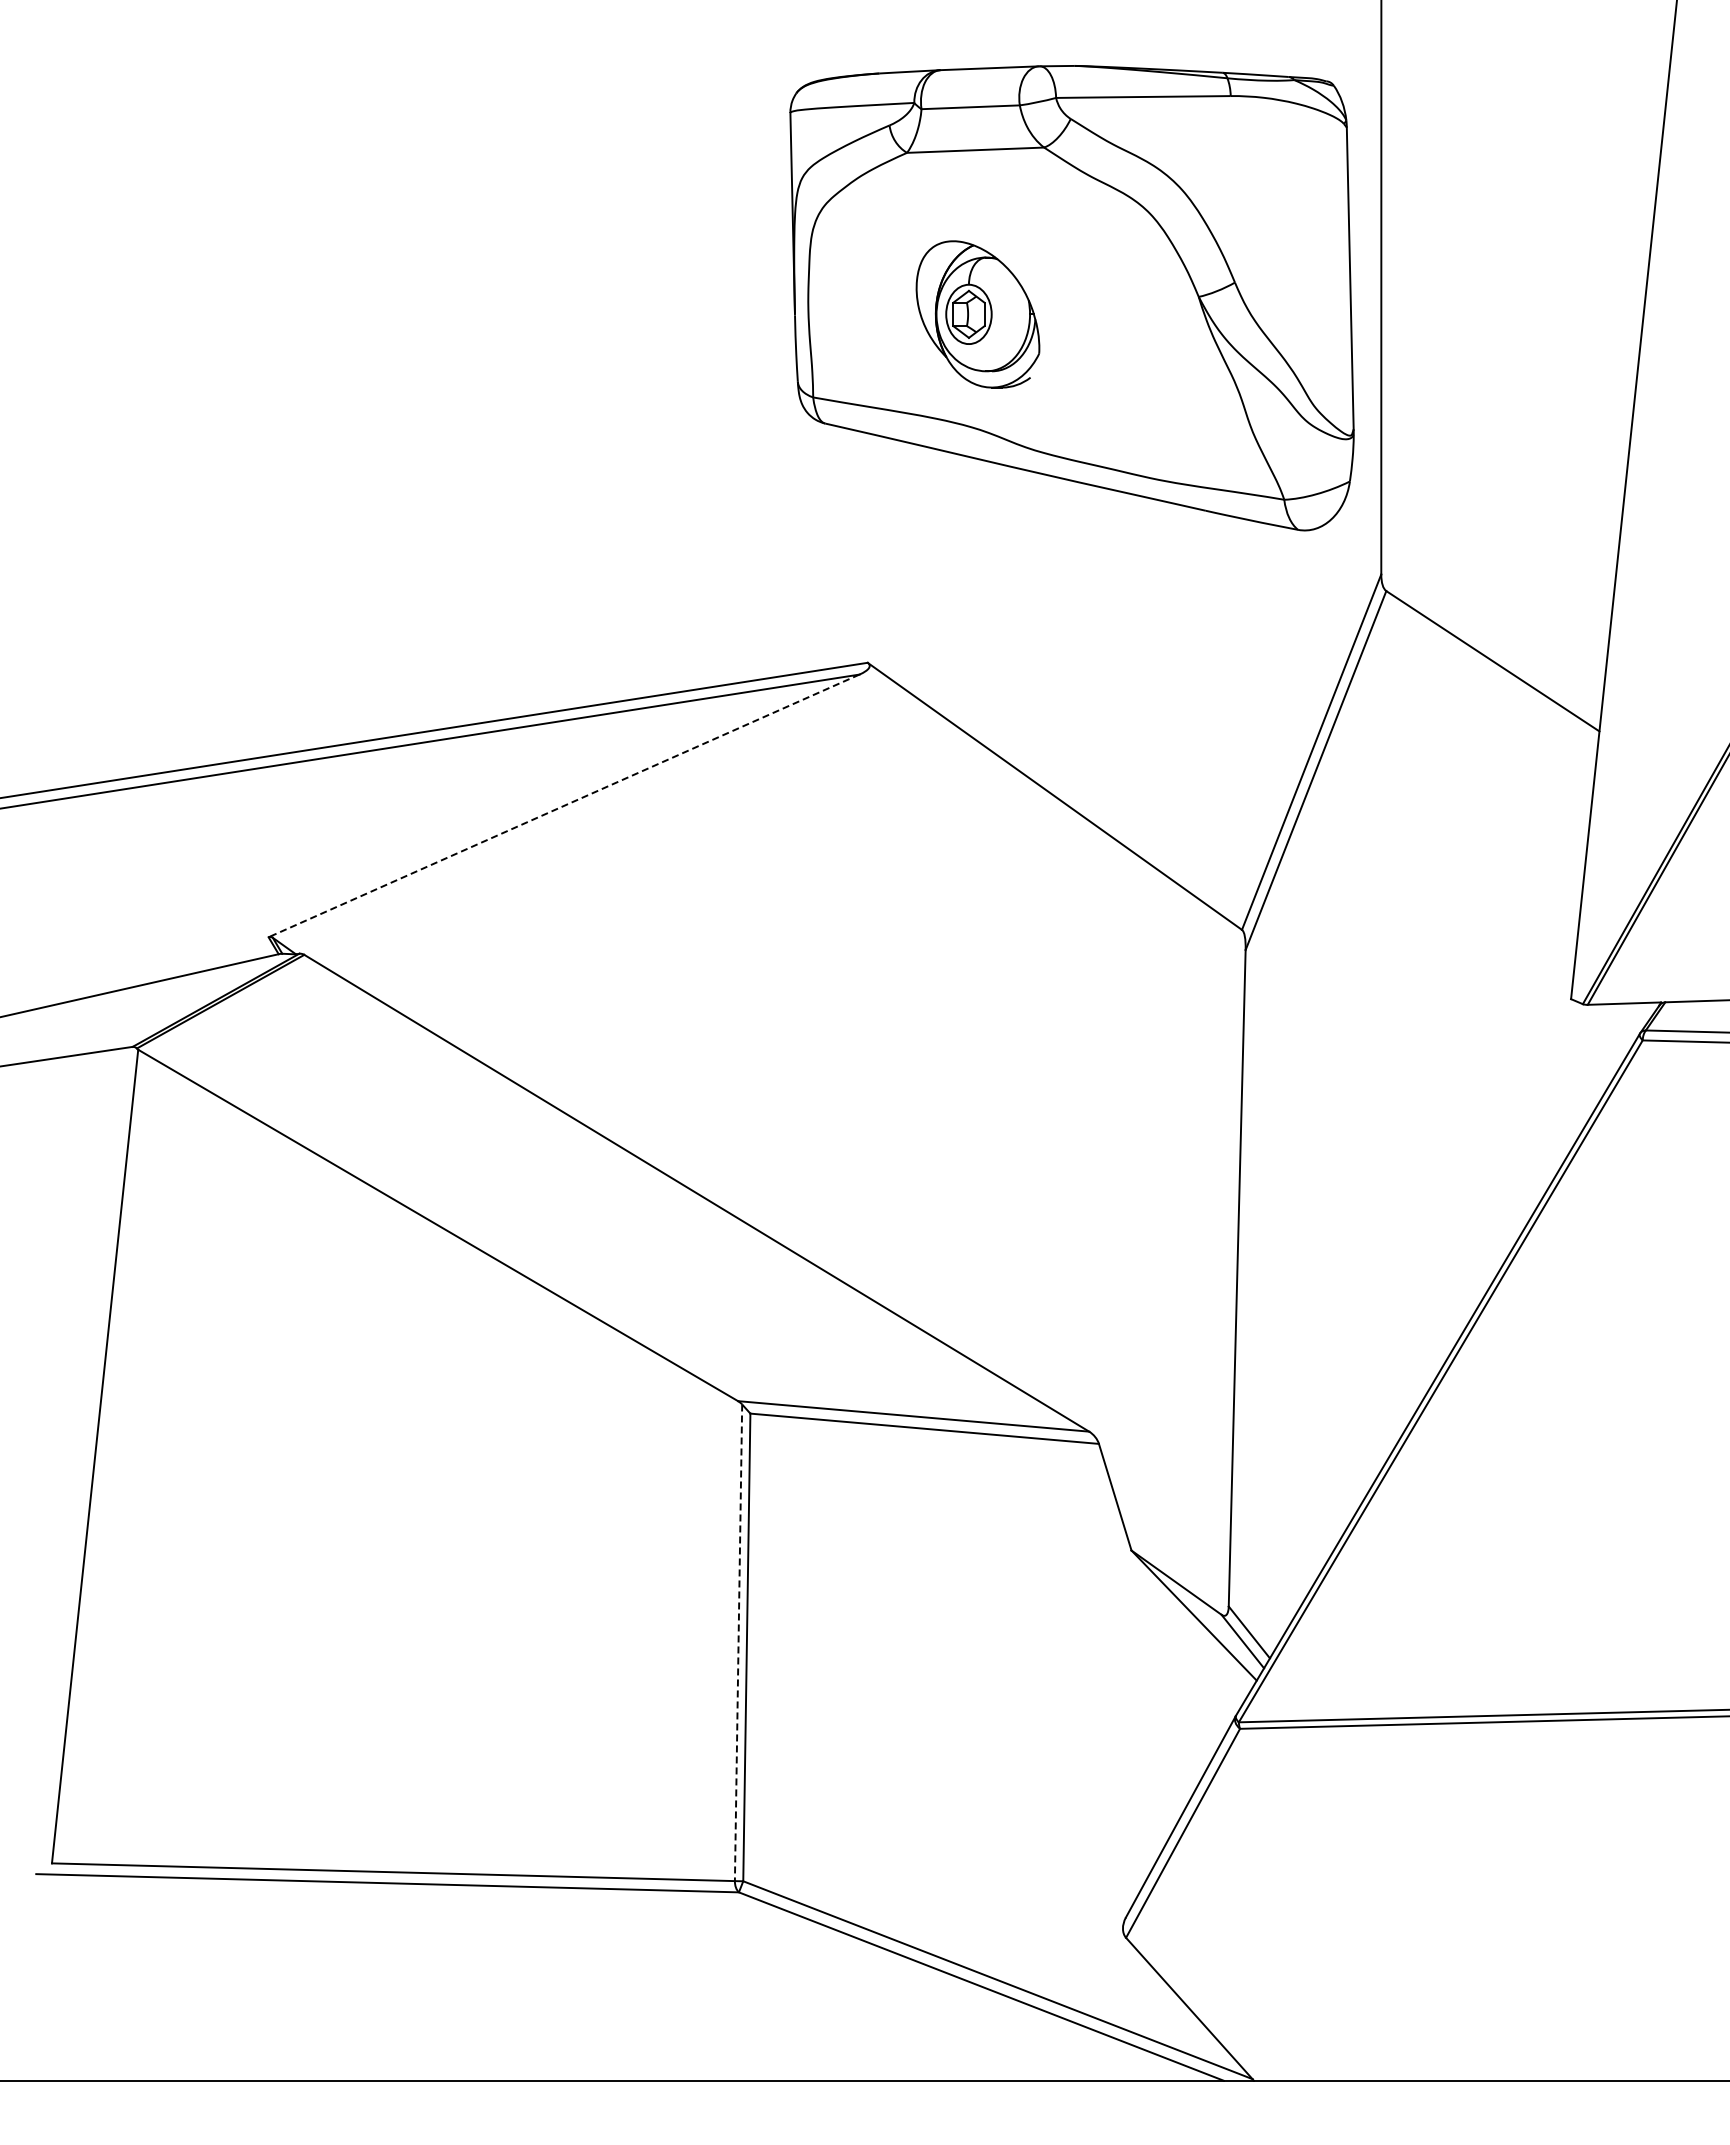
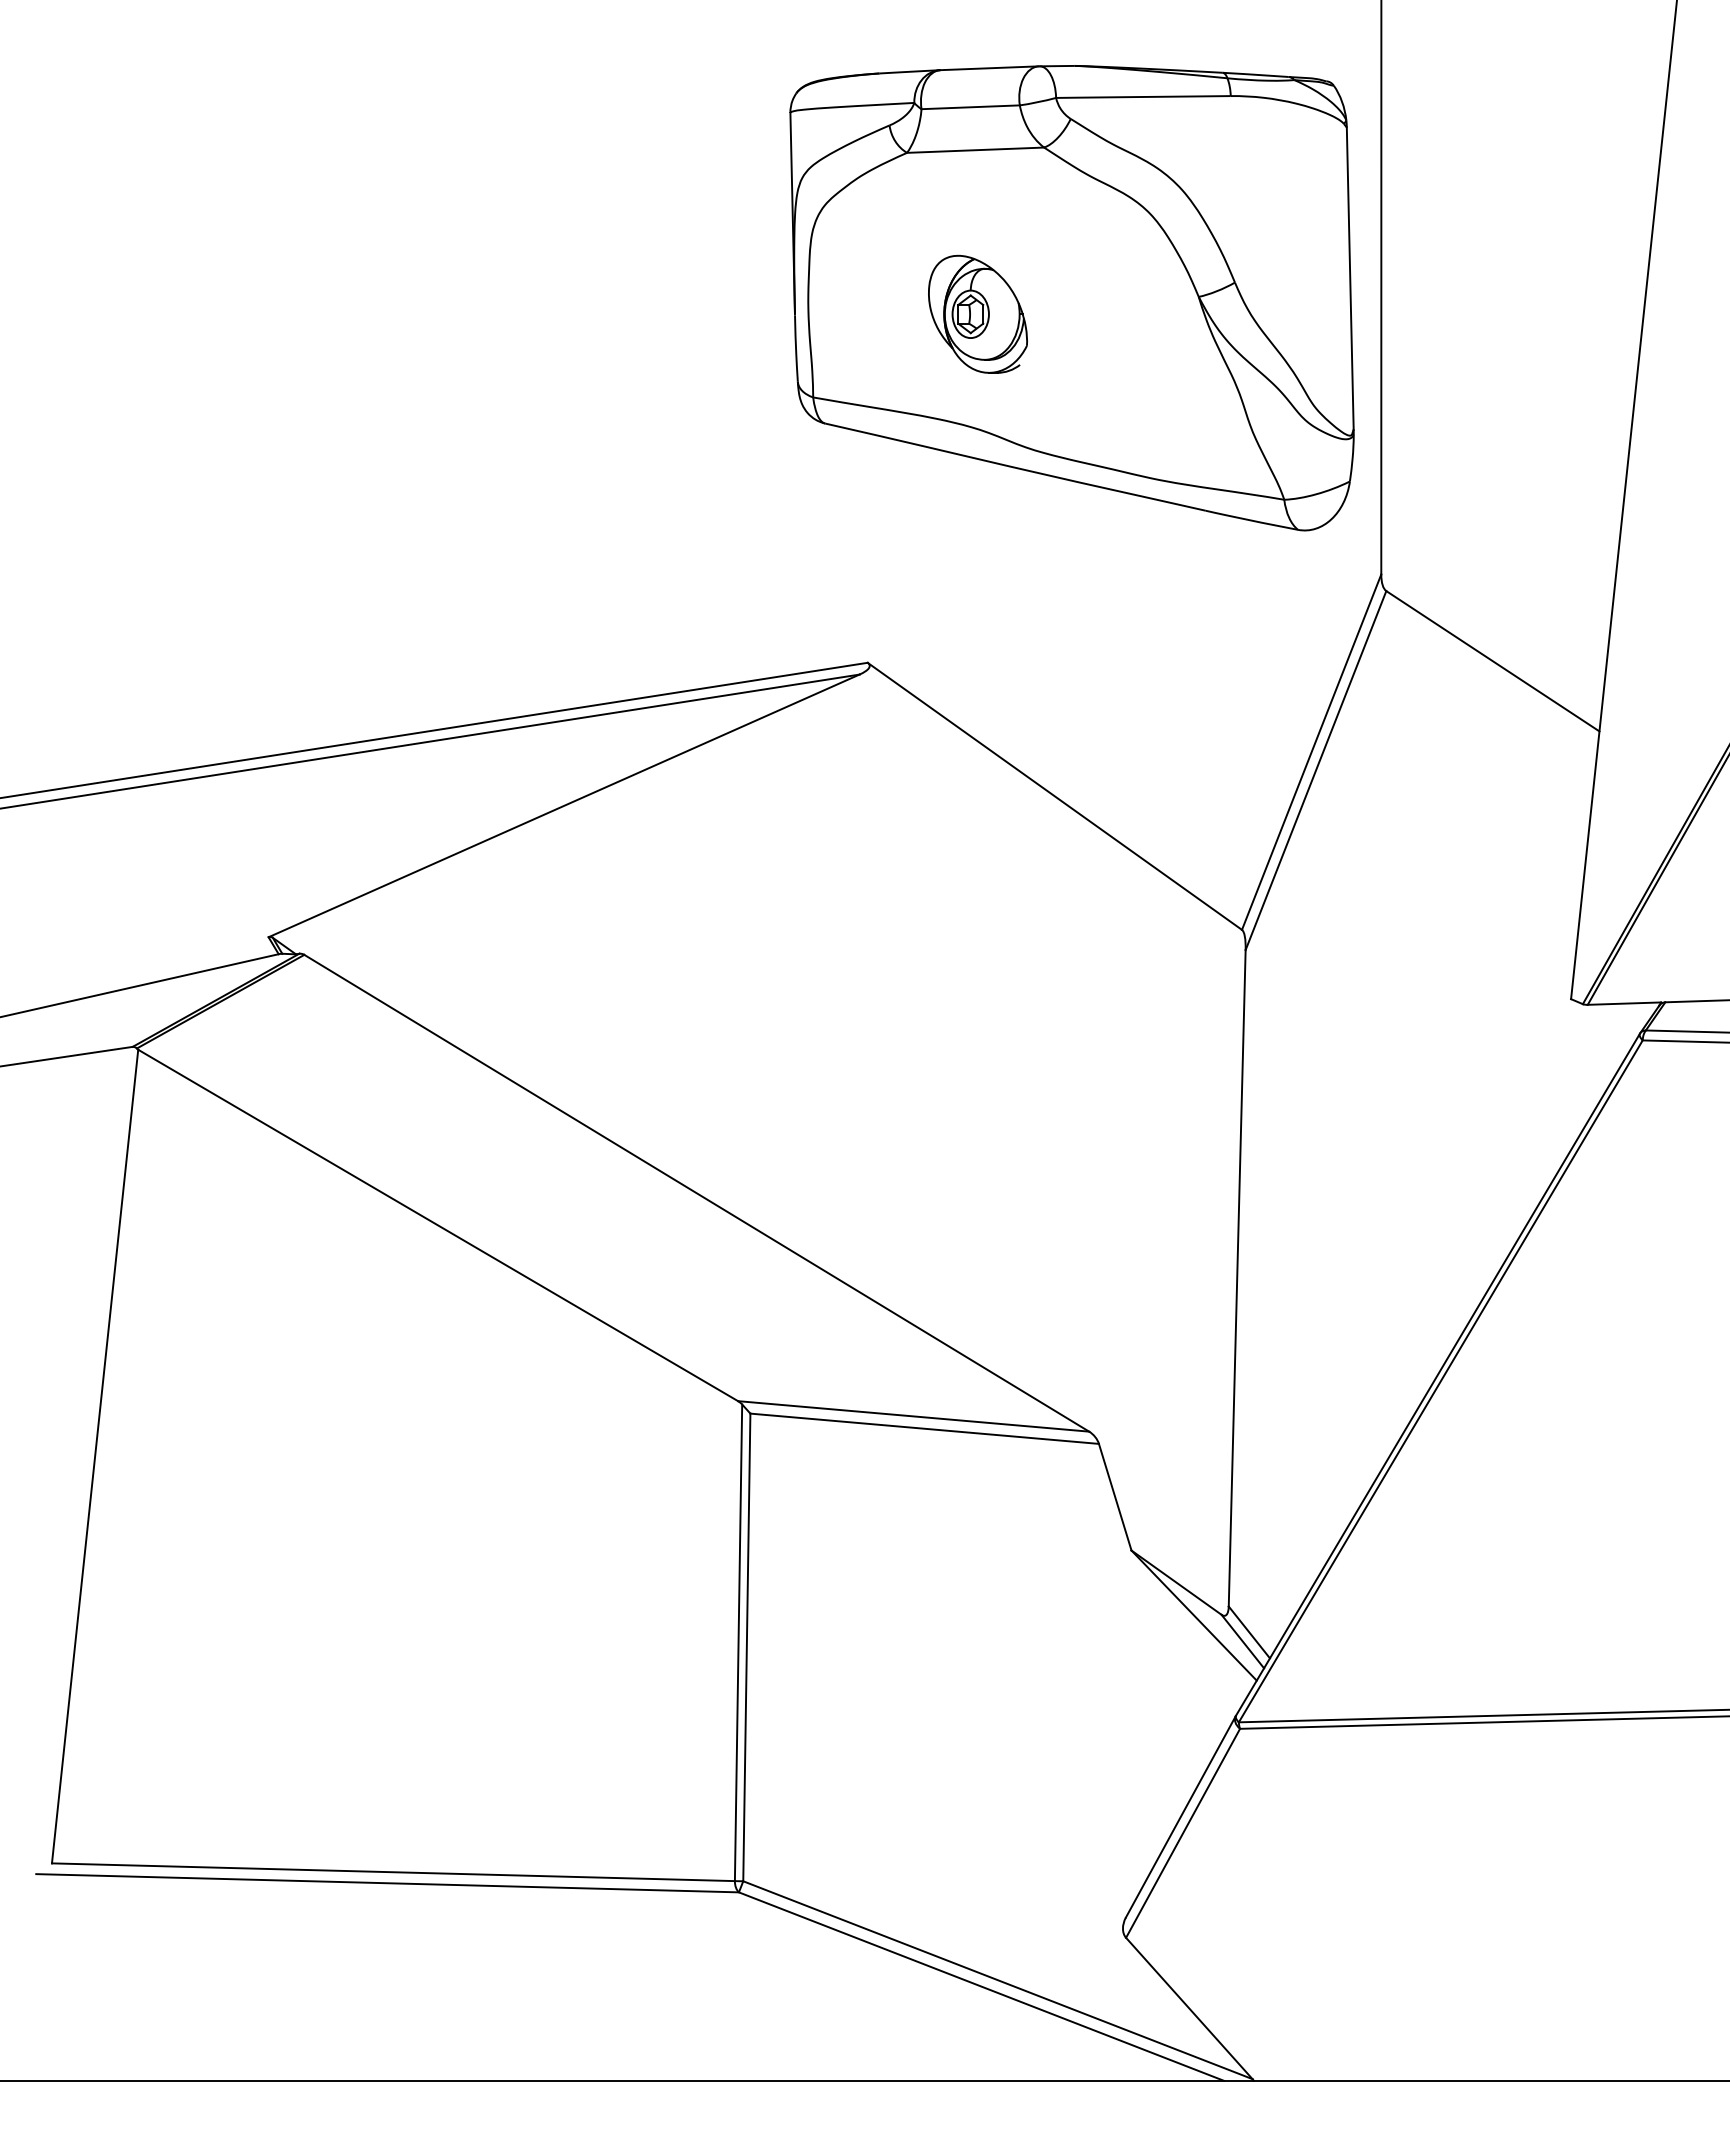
part at (977, 314) size: 126x149 px -> 100x120 px
line at (563, 806): dashed -> solid
line at (738, 1643): dashed -> solid
